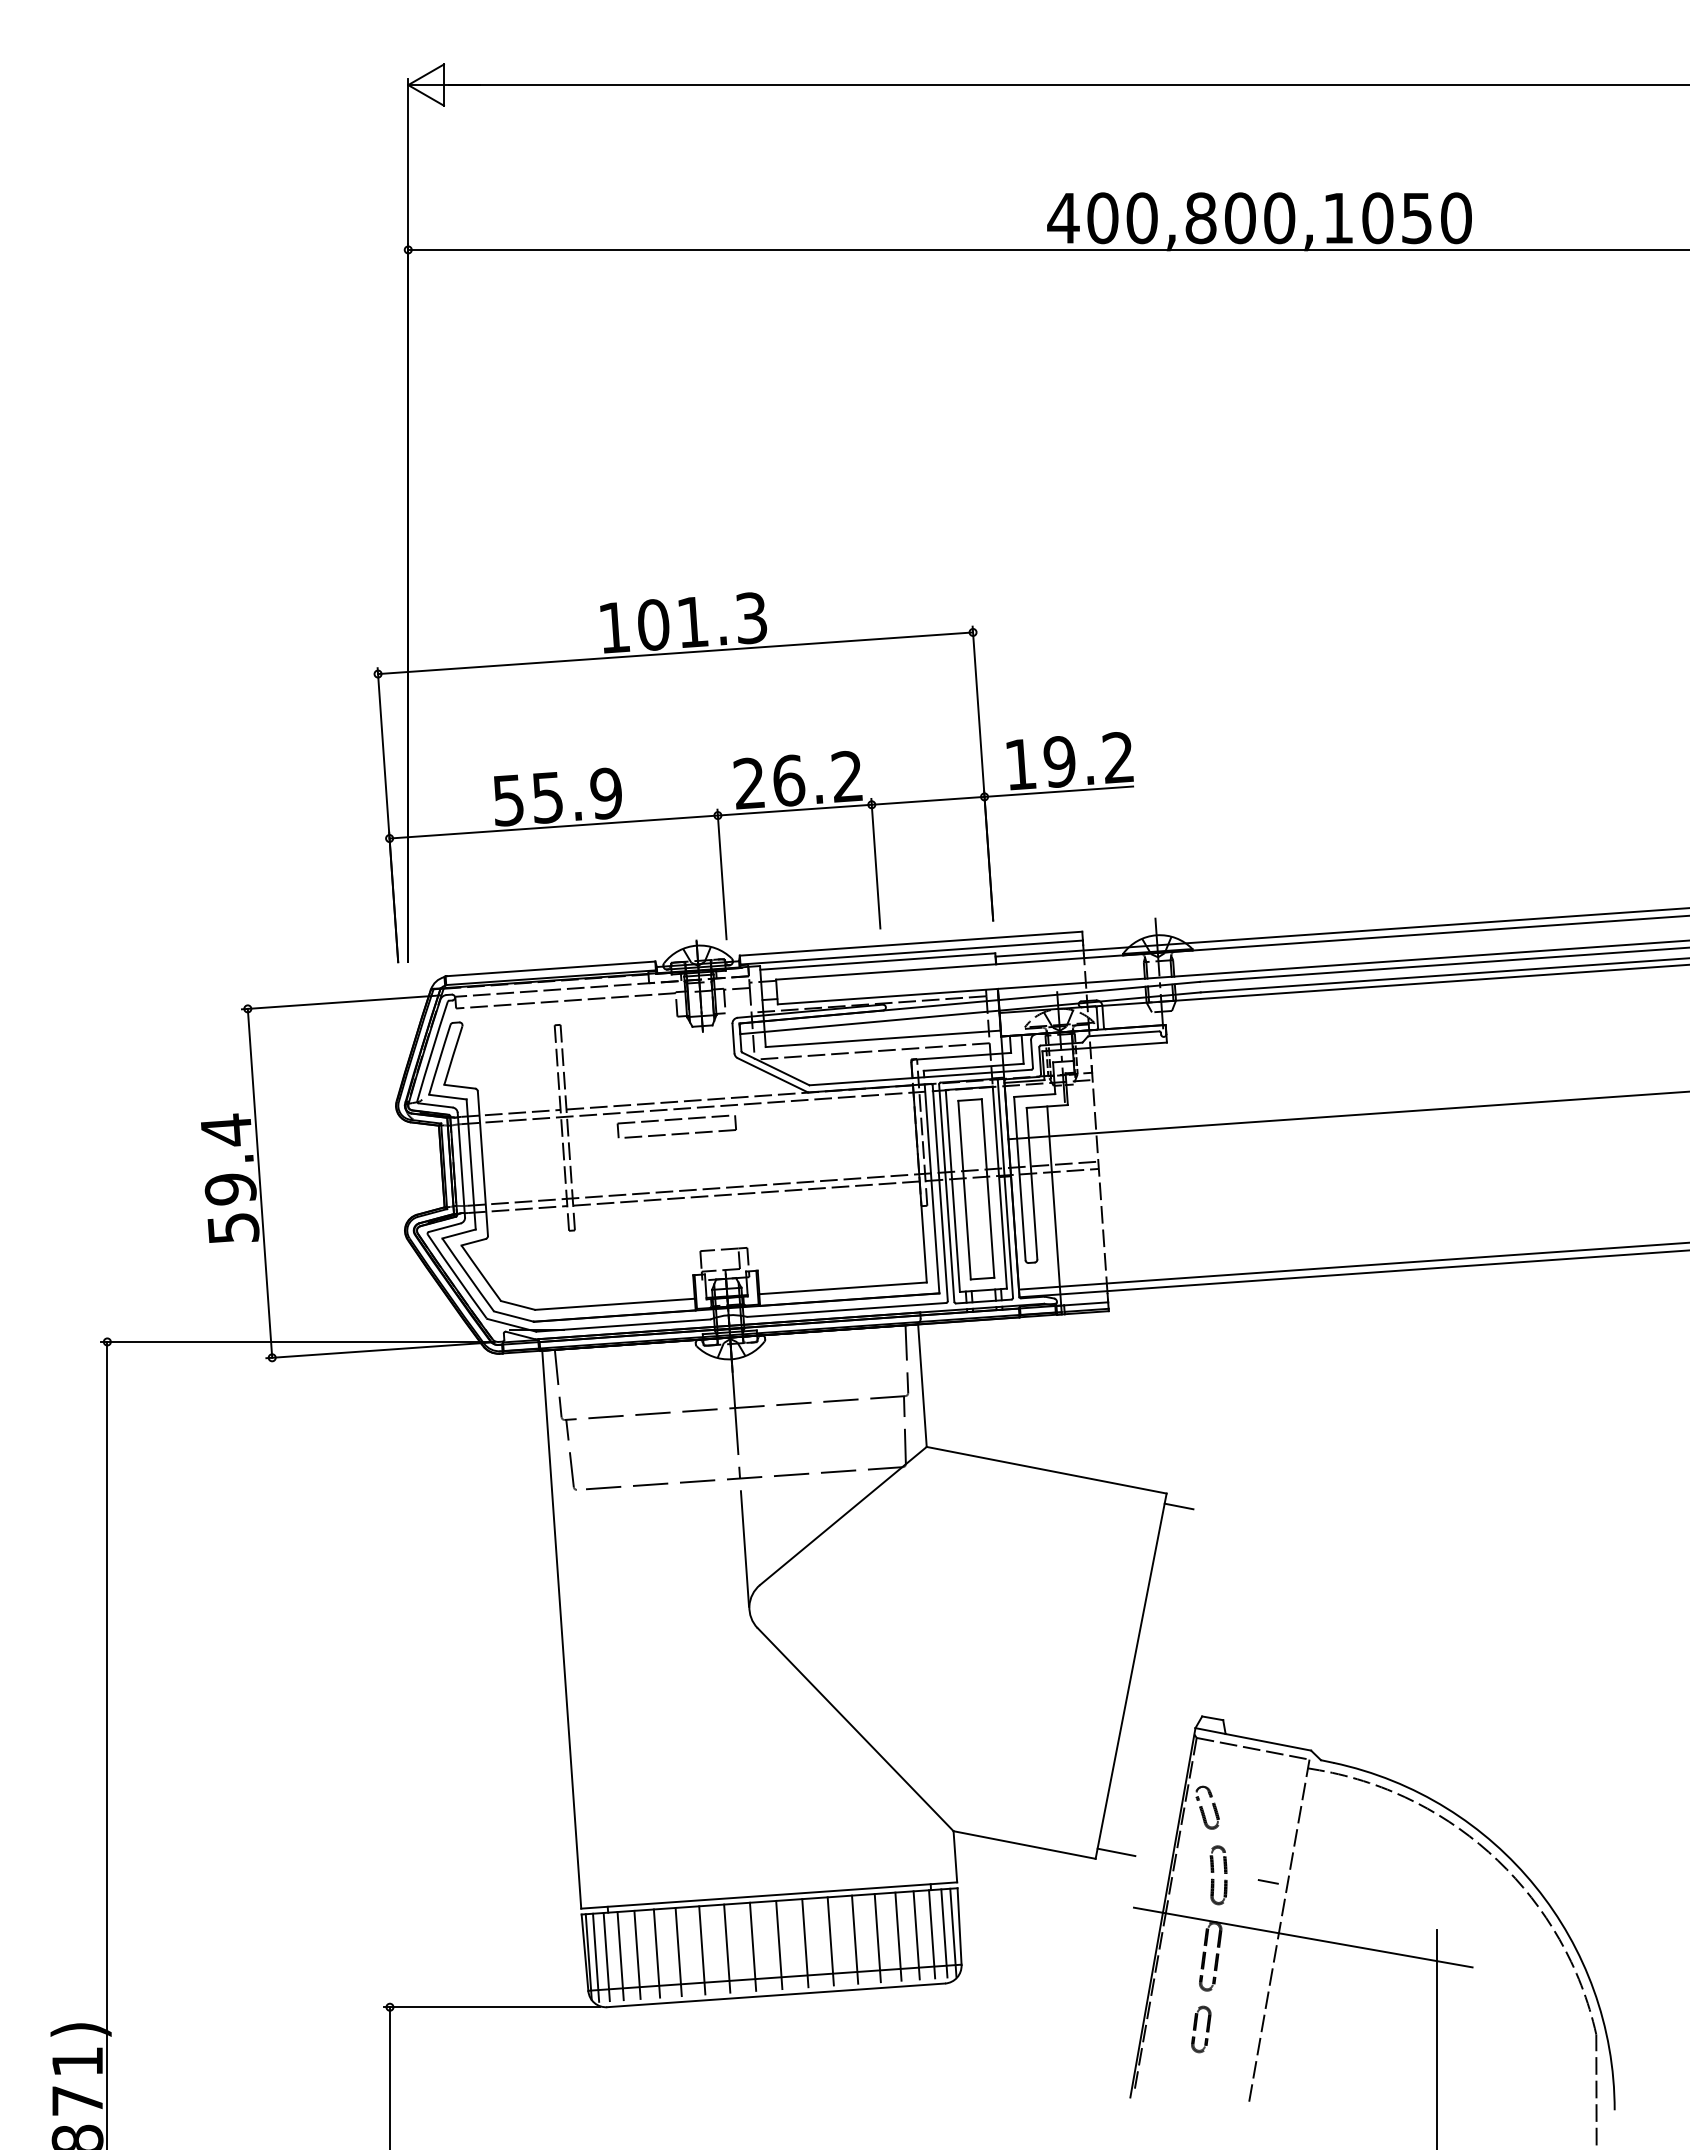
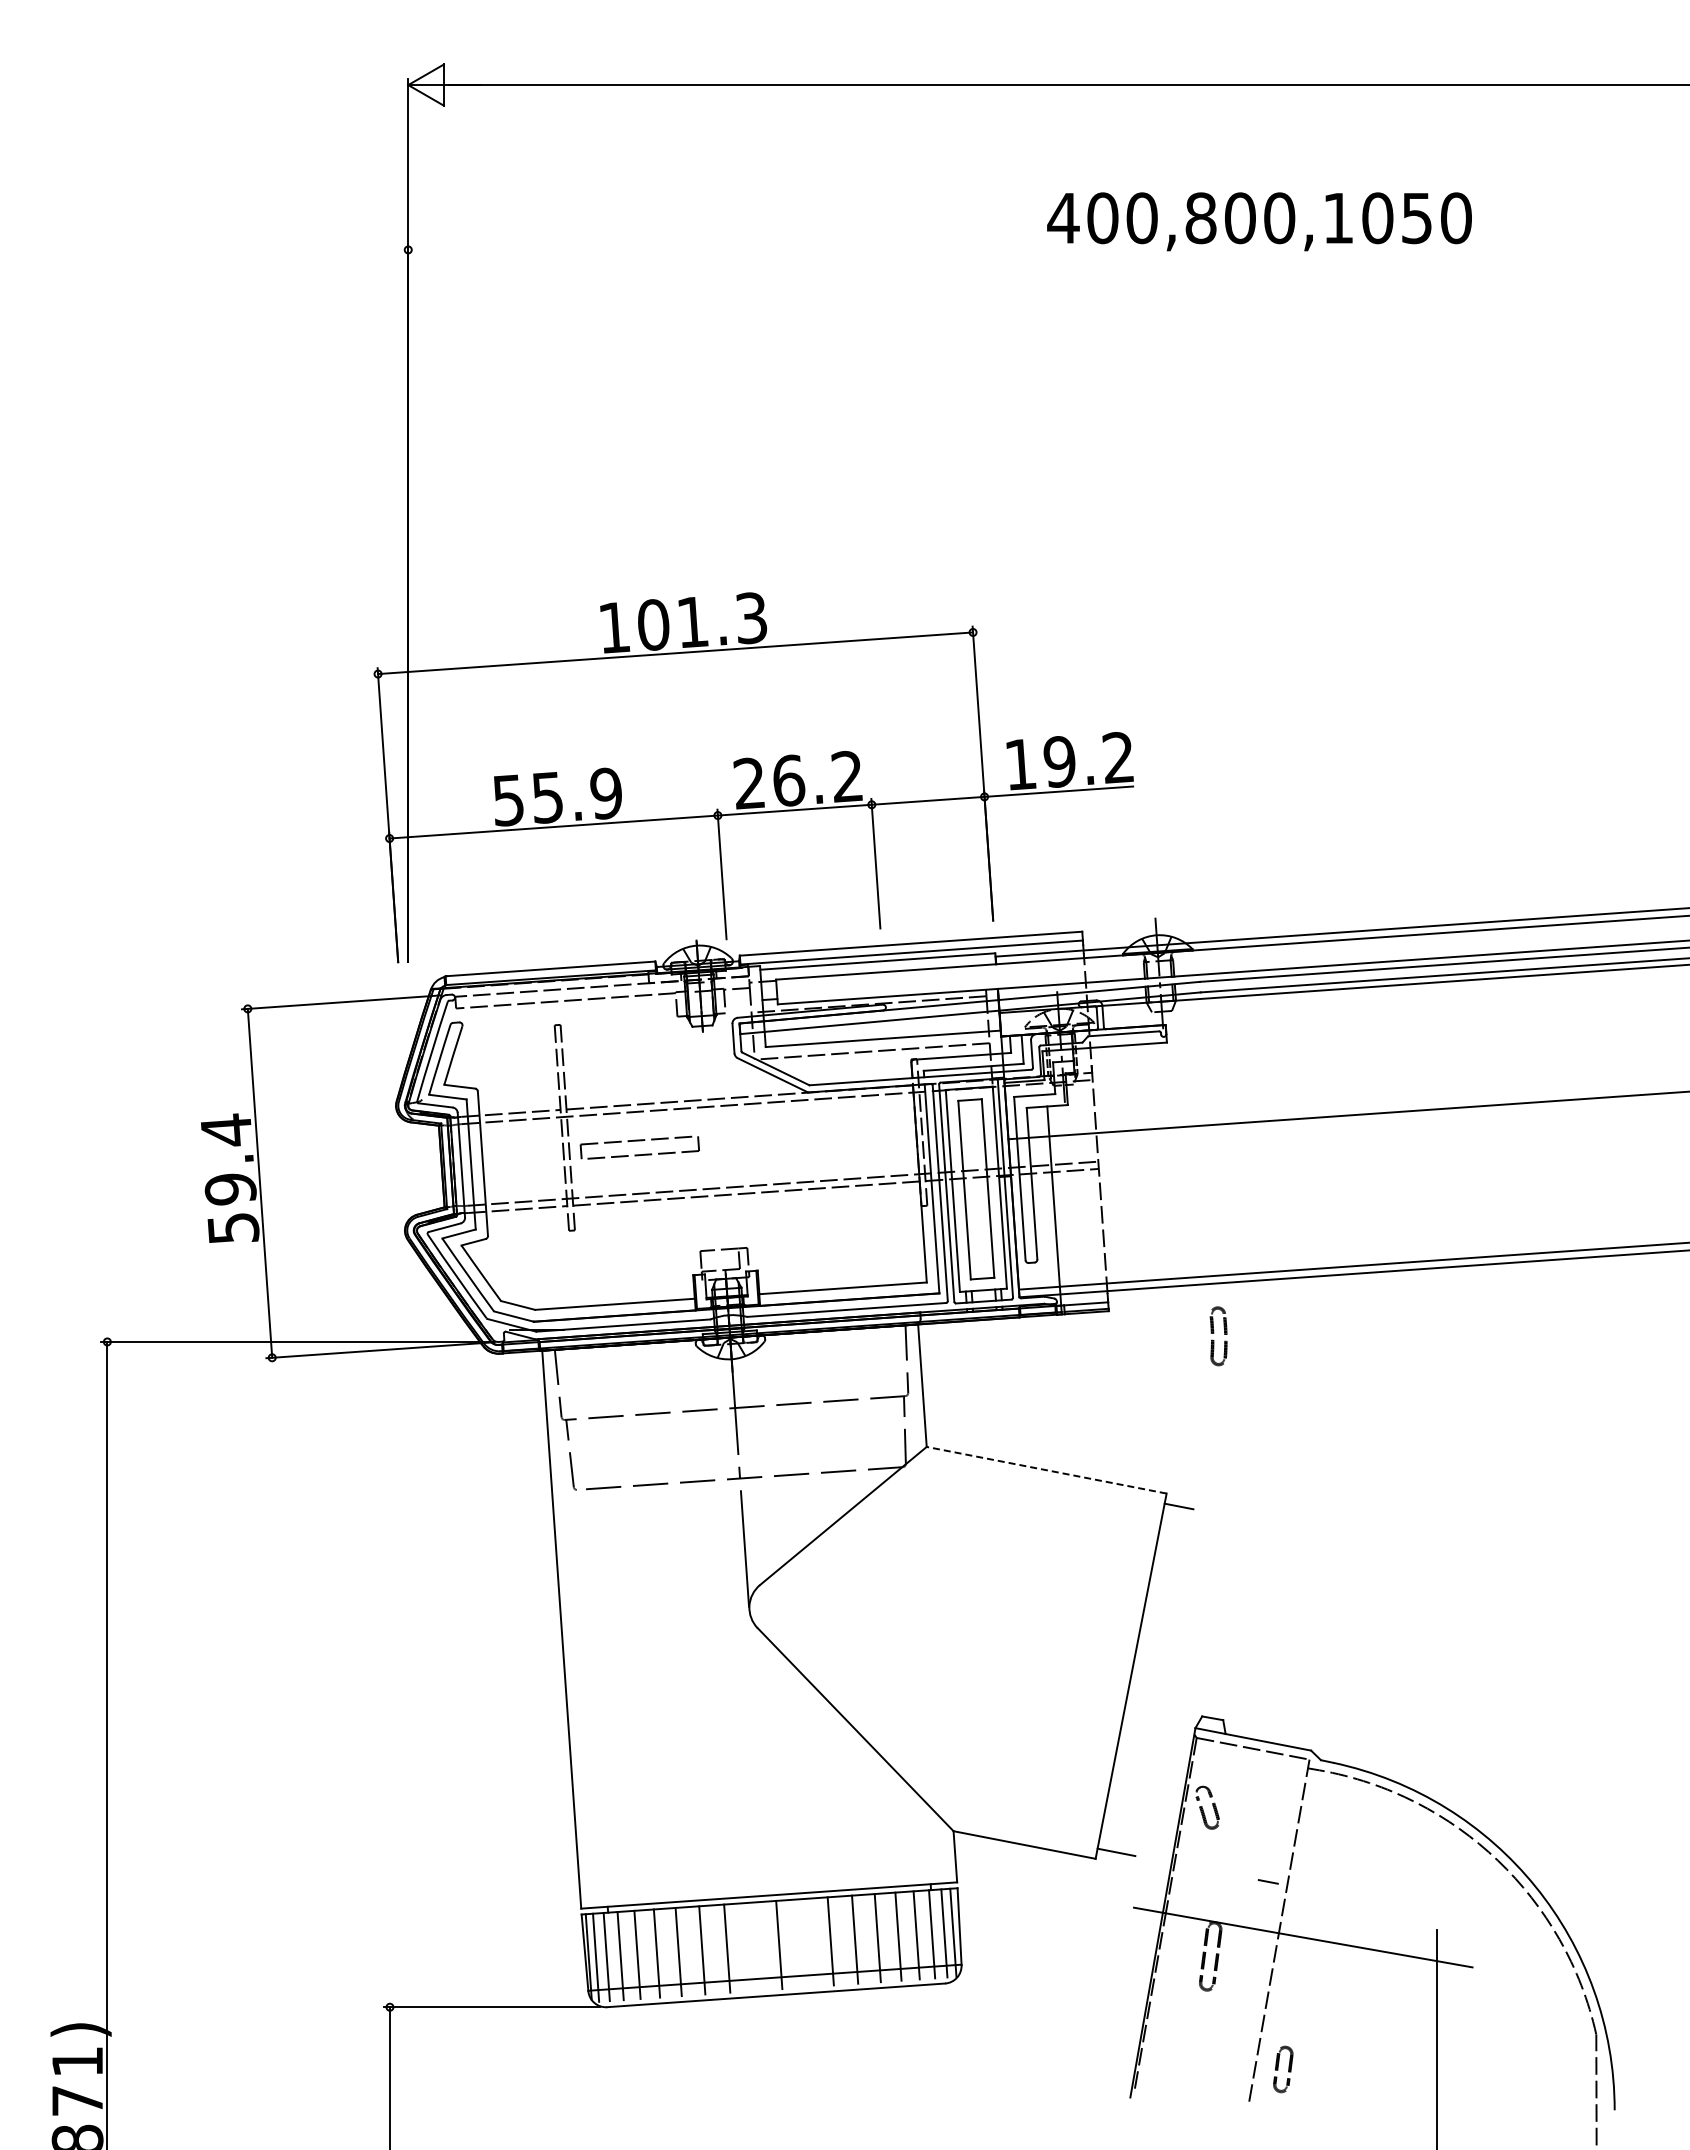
line at (1047, 249): present -> none
part at (676, 1126) position: (676, 1126) -> (639, 1147)
line at (1046, 1470): solid -> dashed
part at (1218, 1875) position: (1218, 1875) -> (1218, 1336)
line at (805, 1943): present -> none
line at (752, 1946): present -> none
part at (1201, 2029) position: (1201, 2029) -> (1283, 2069)
